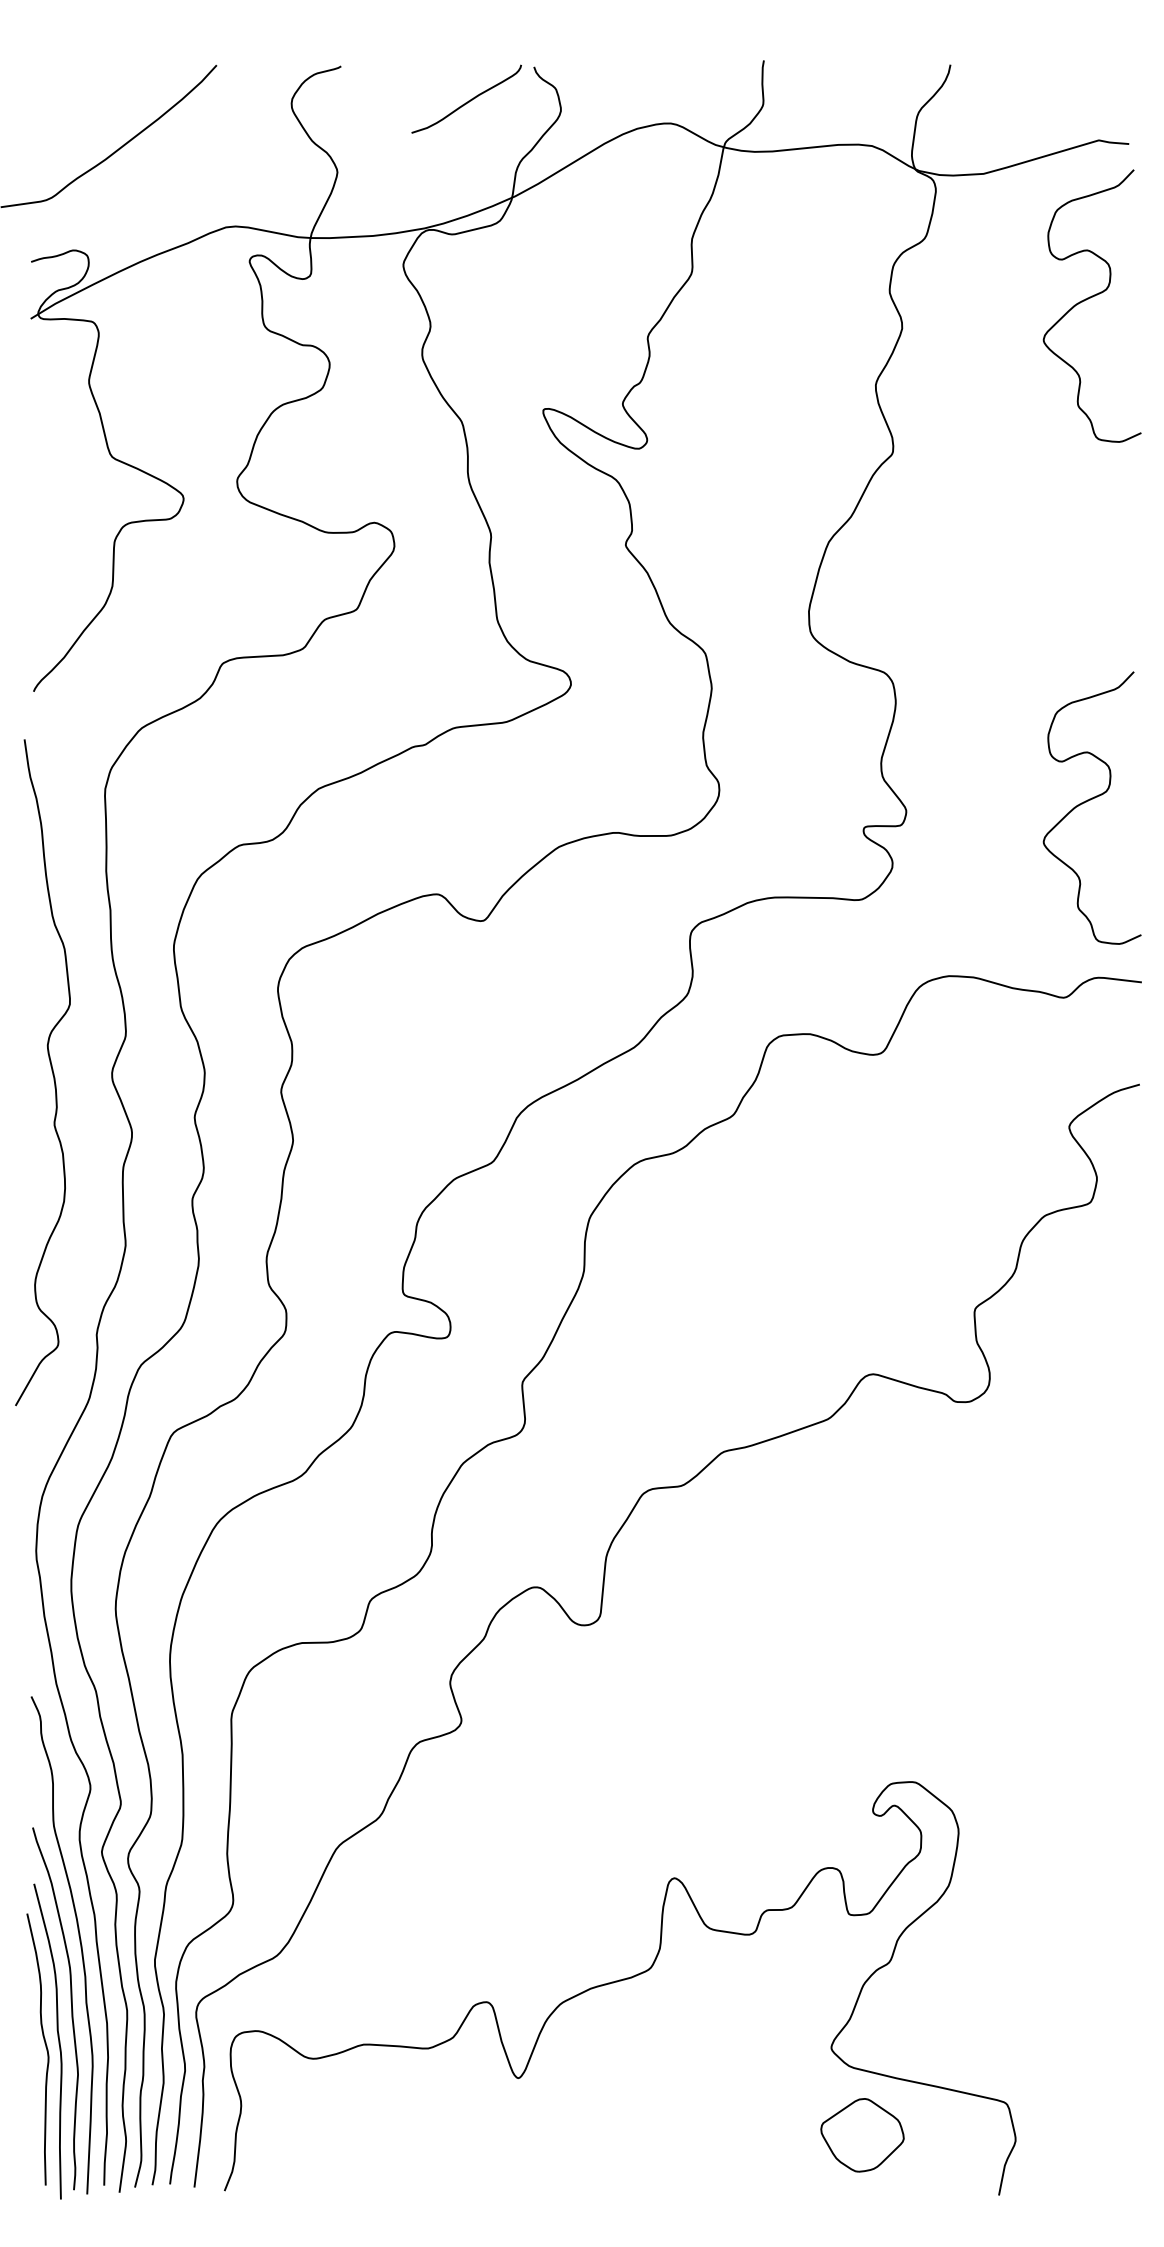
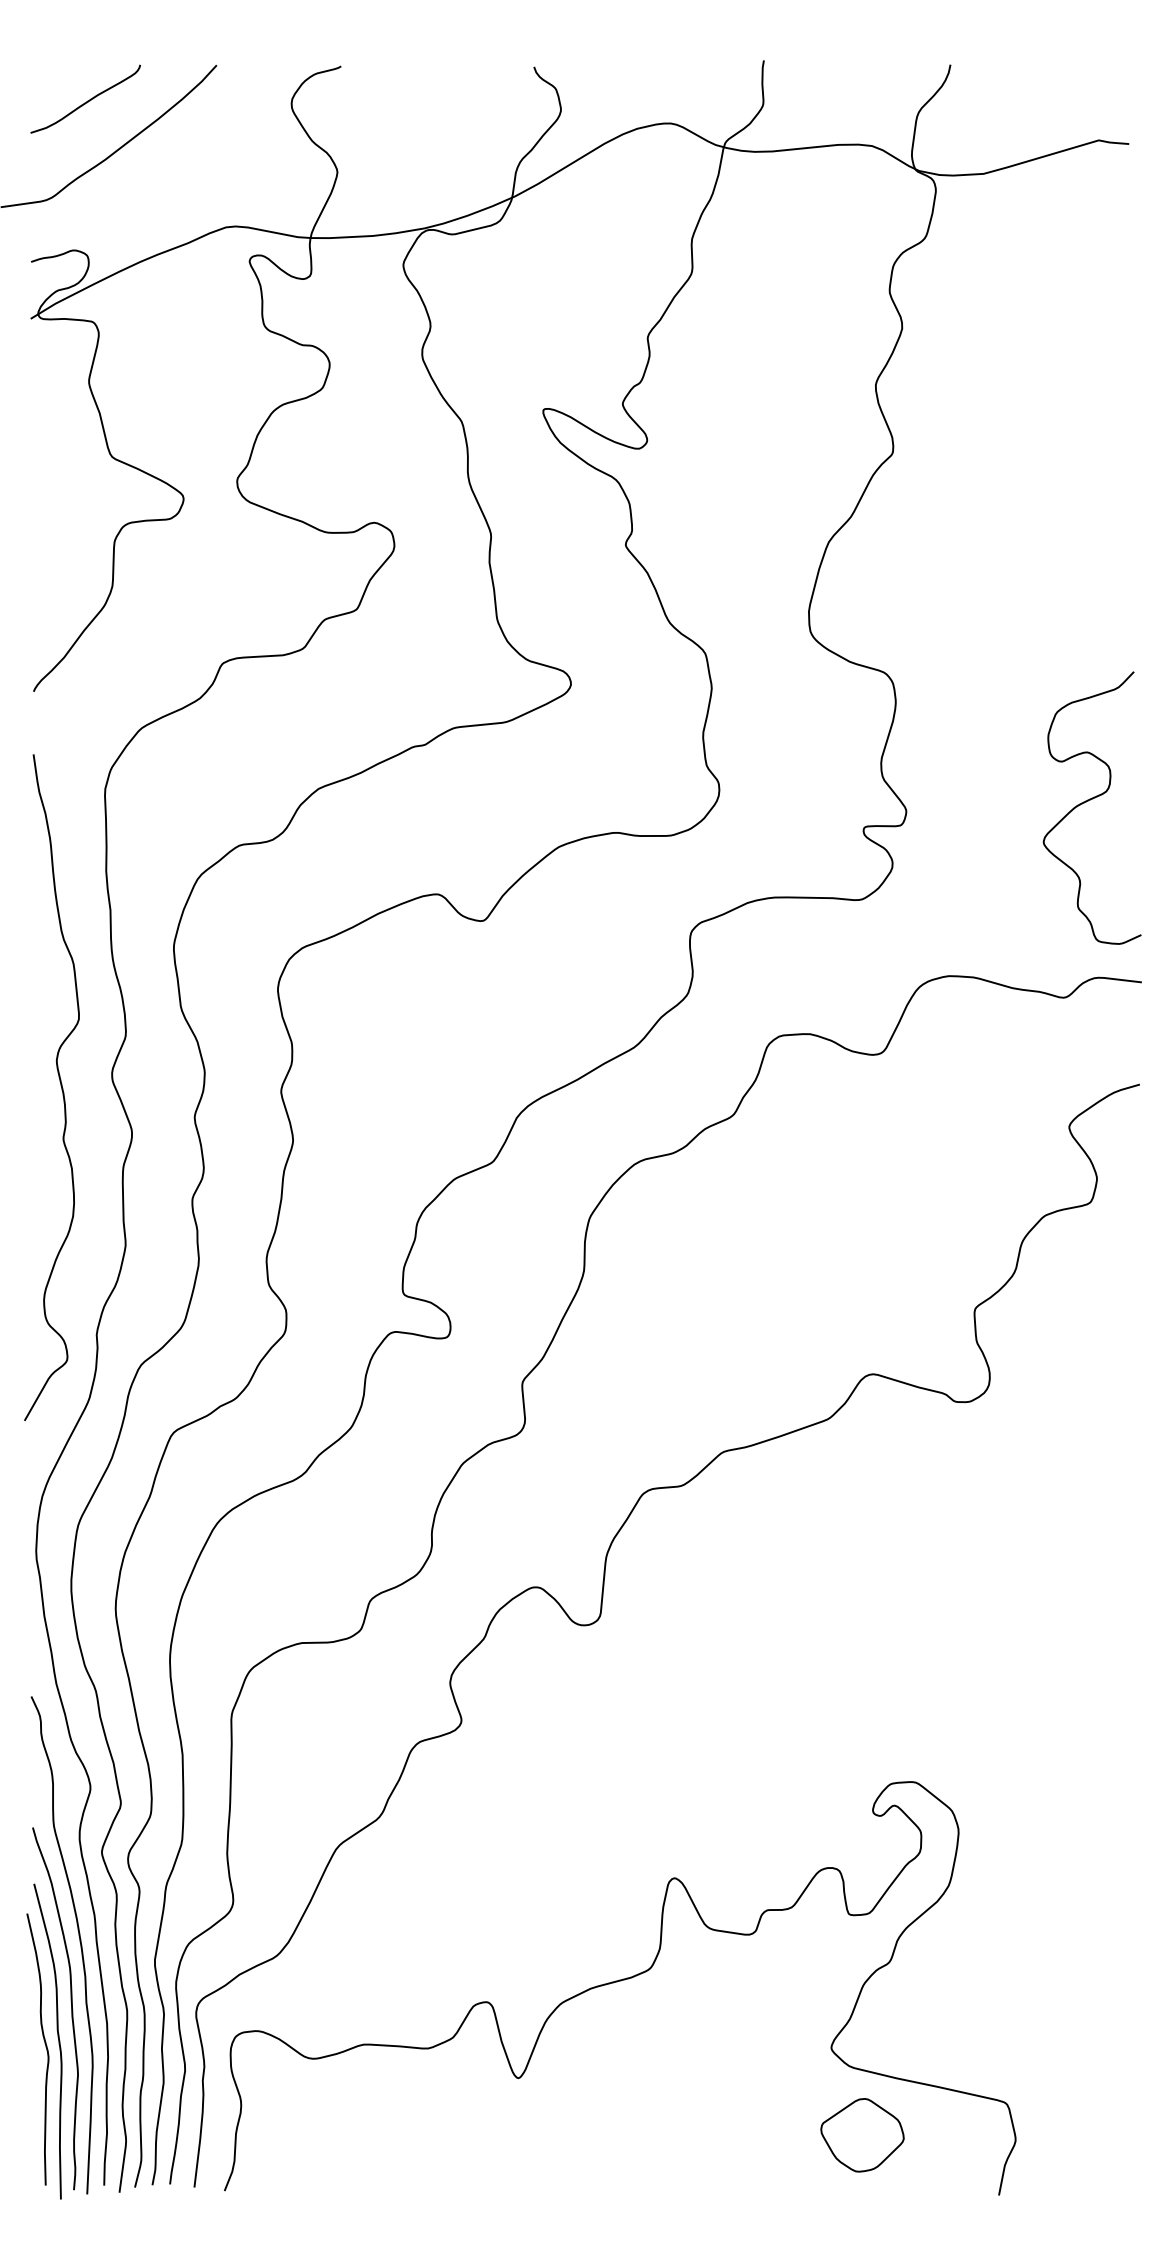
curve at (468, 100) position: (468, 100) -> (87, 100)
curve at (1088, 299): present -> none
curve at (51, 1071) position: (51, 1071) -> (60, 1086)
